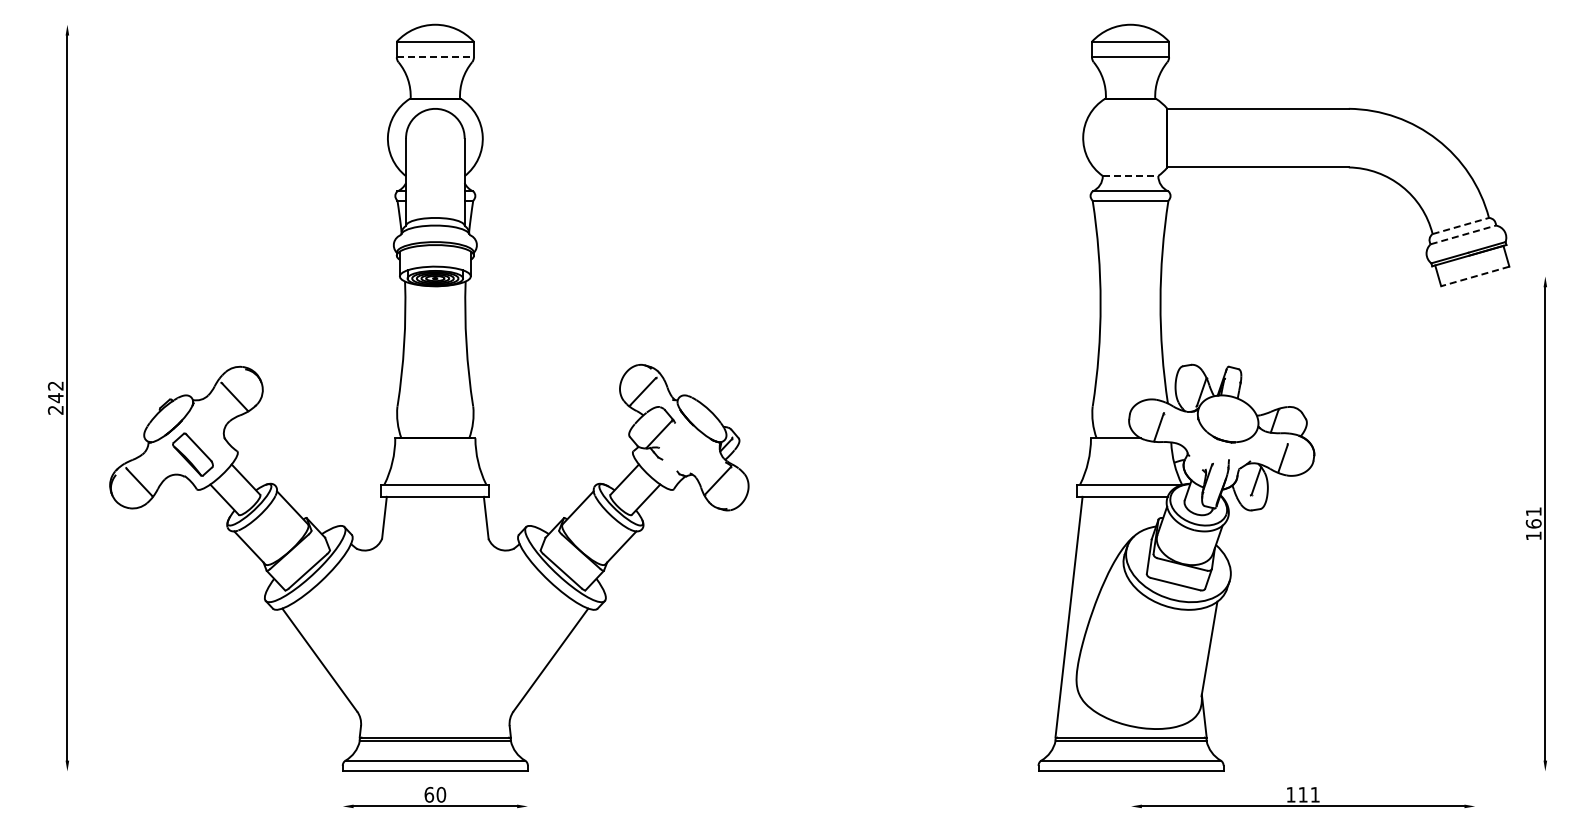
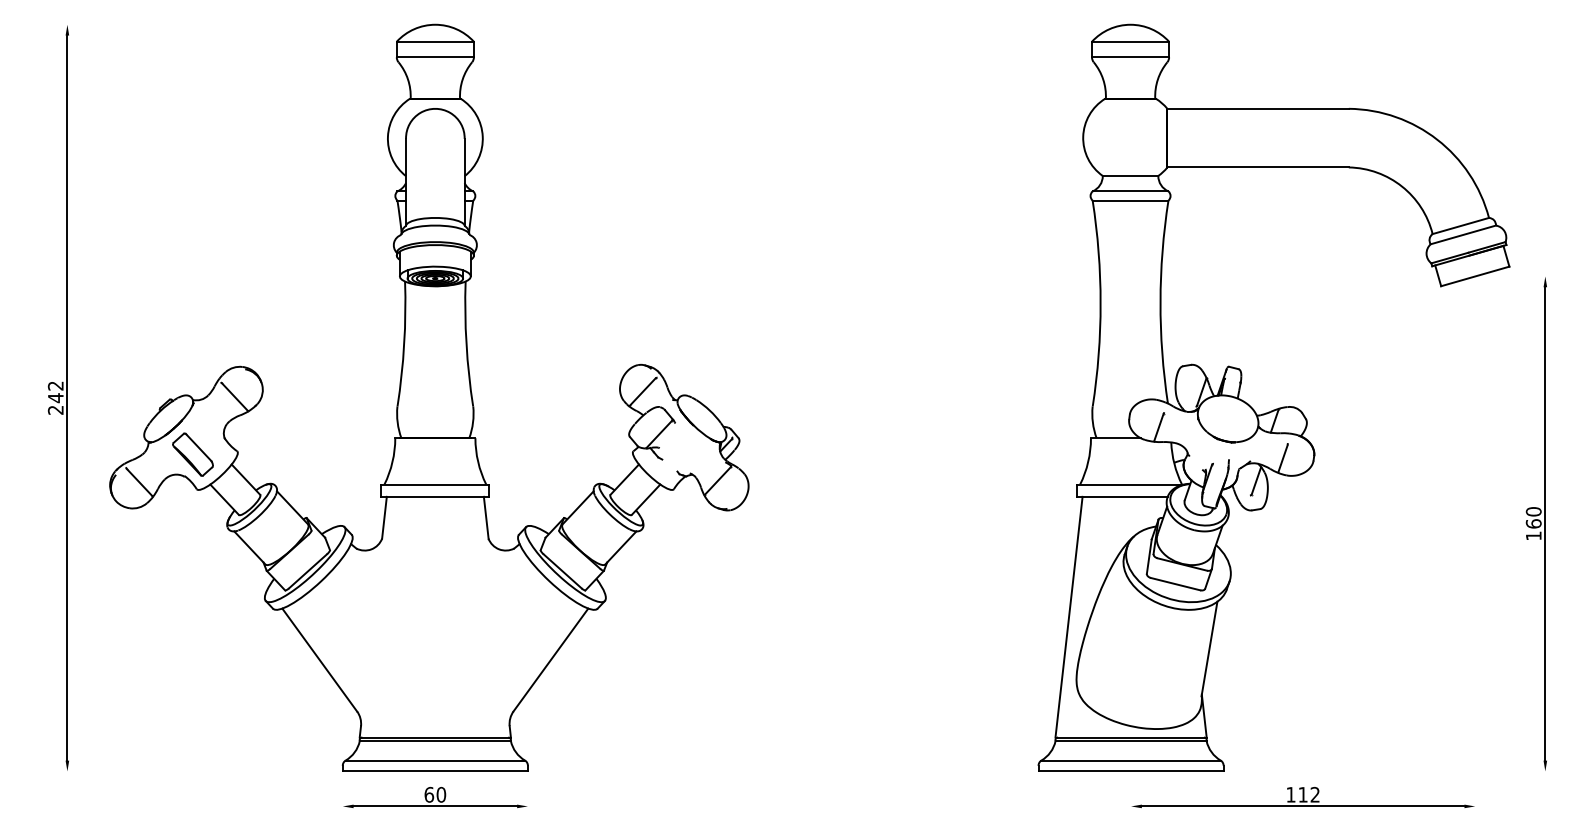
line at (435, 57): dashed -> solid
line at (1130, 175): dashed -> solid
line at (1461, 225): dashed -> solid
line at (1463, 234): dashed -> solid
line at (1474, 276): dashed -> solid
text at (1533, 511): 161 -> 160
text at (1314, 794): 111 -> 112
